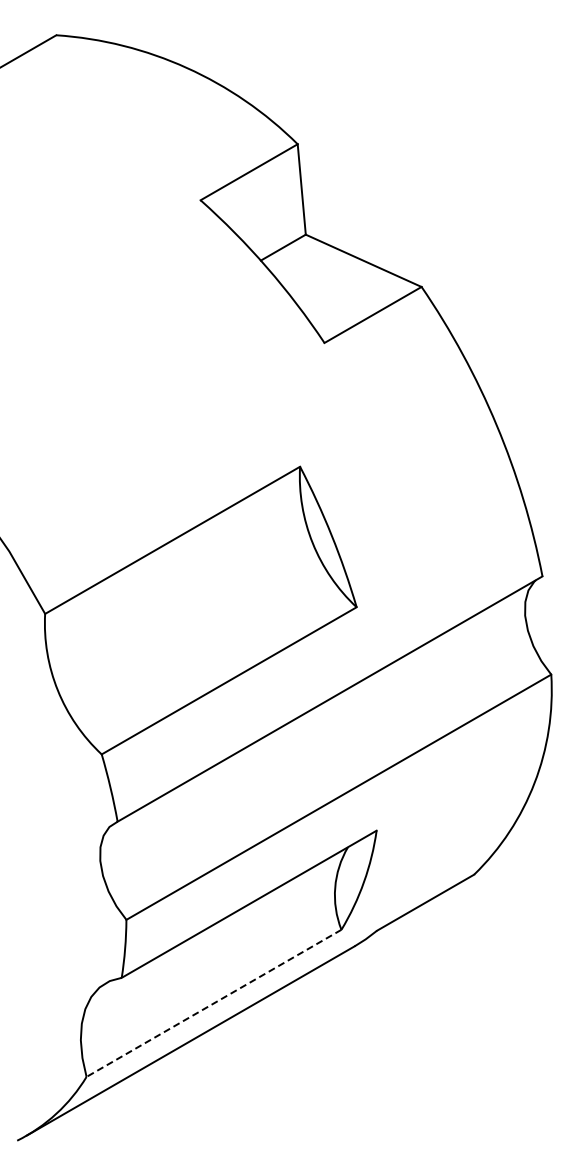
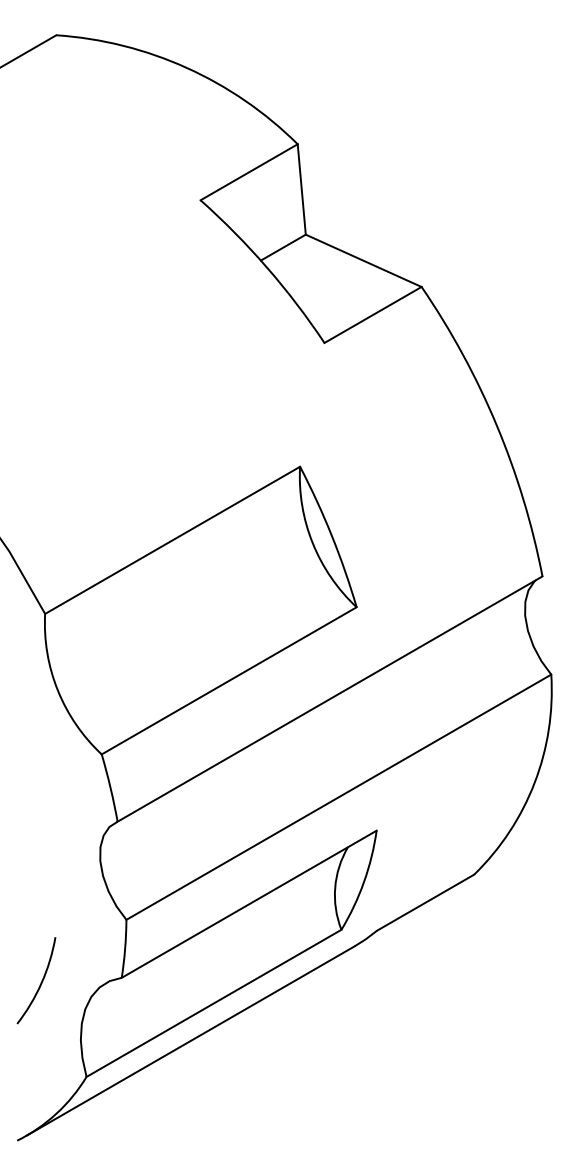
arc at (40, 982): none -> present
line at (213, 1003): dashed -> solid
